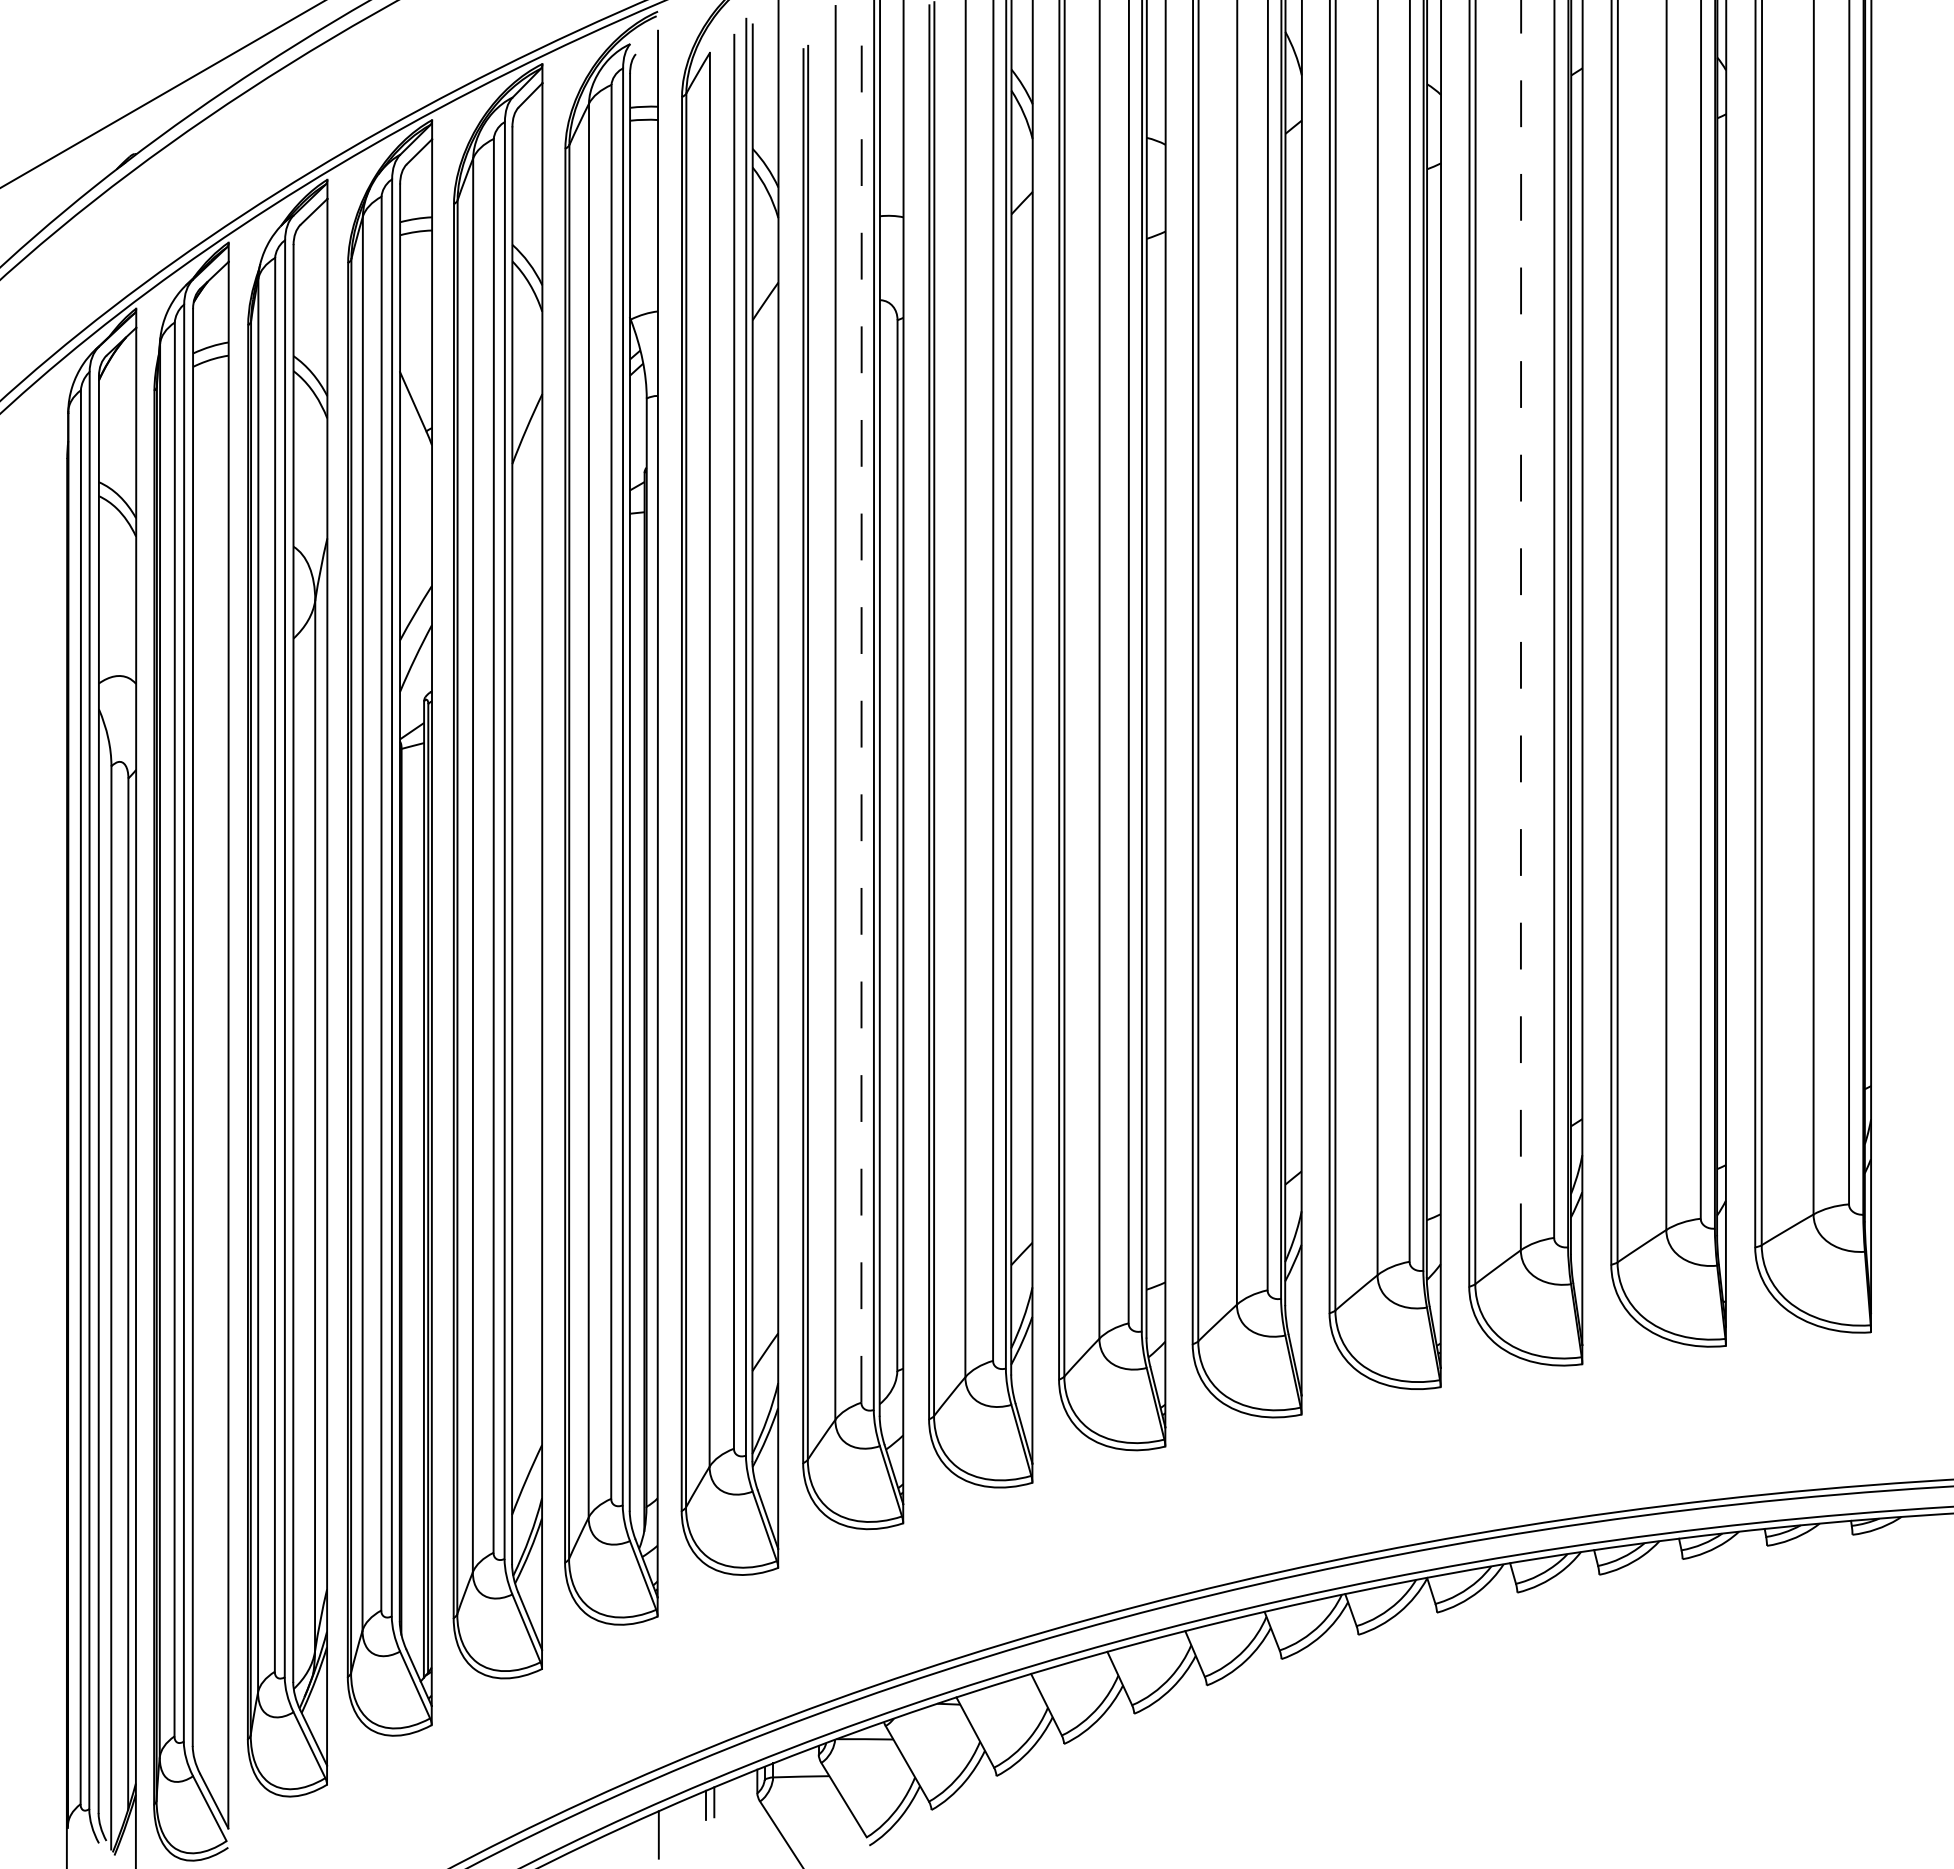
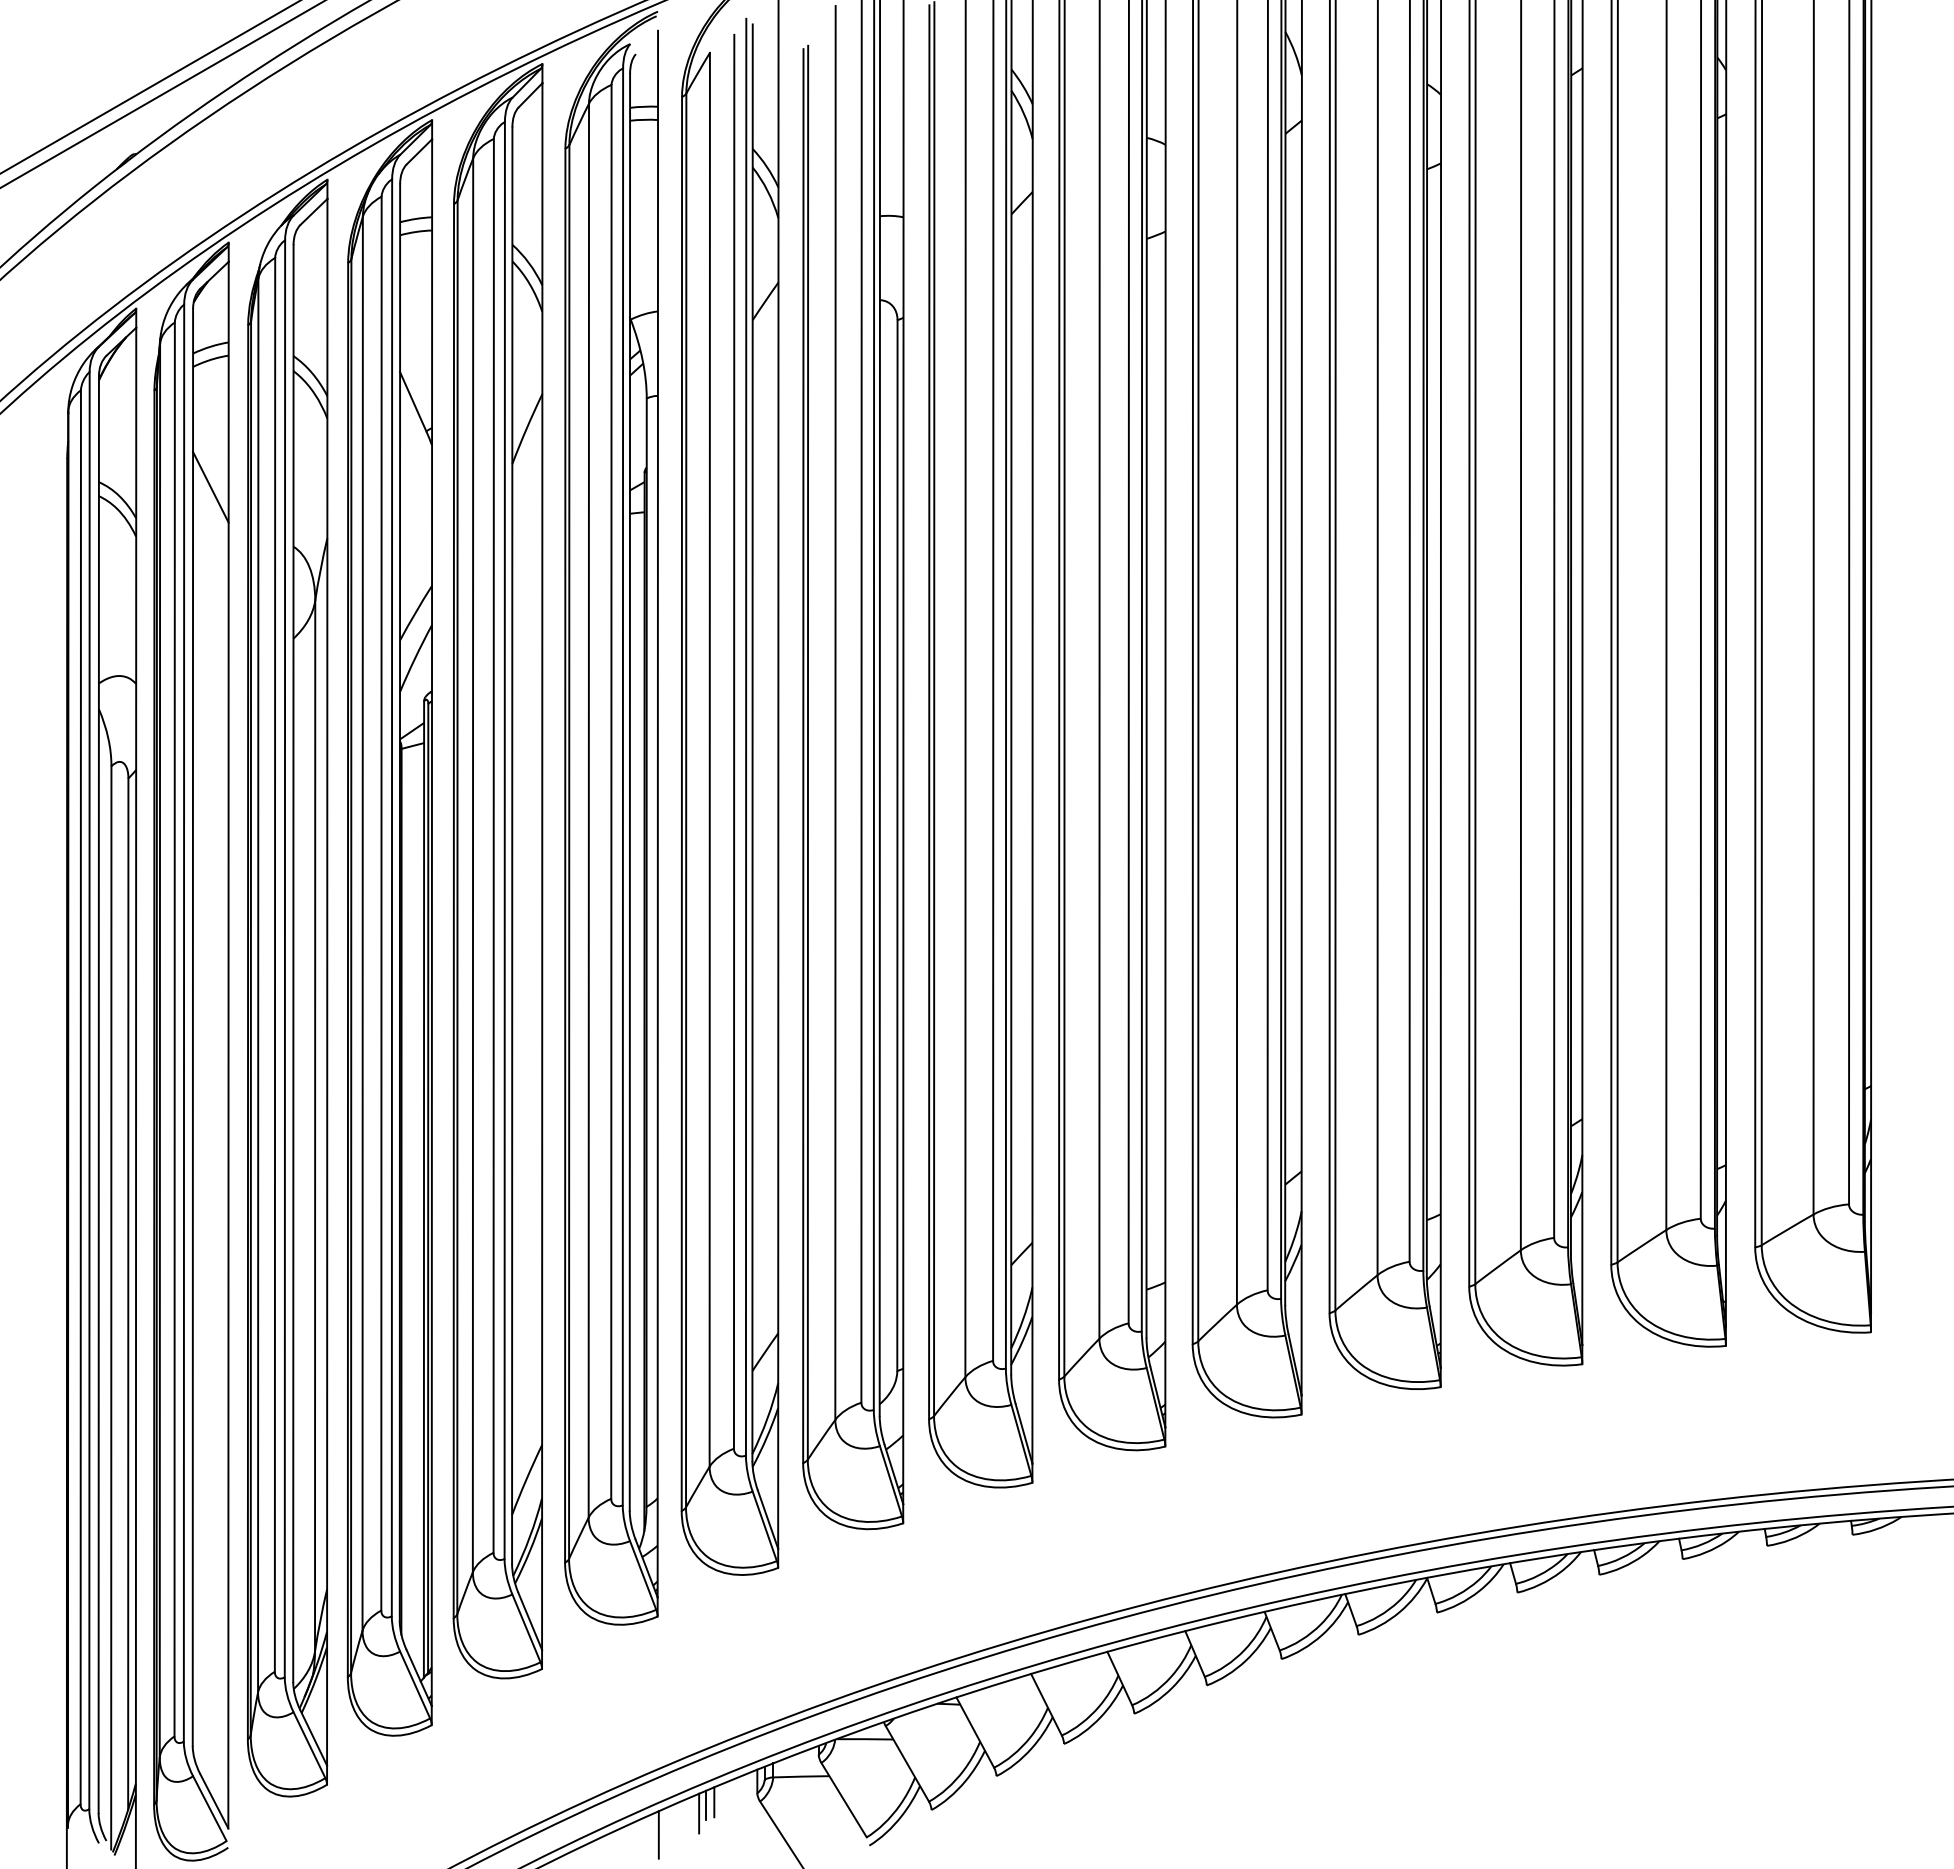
line at (149, 87): none -> present
line at (210, 486): none -> present
line at (1521, 625): dashed -> solid
line at (861, 701): dashed -> solid
line at (699, 1813): none -> present
